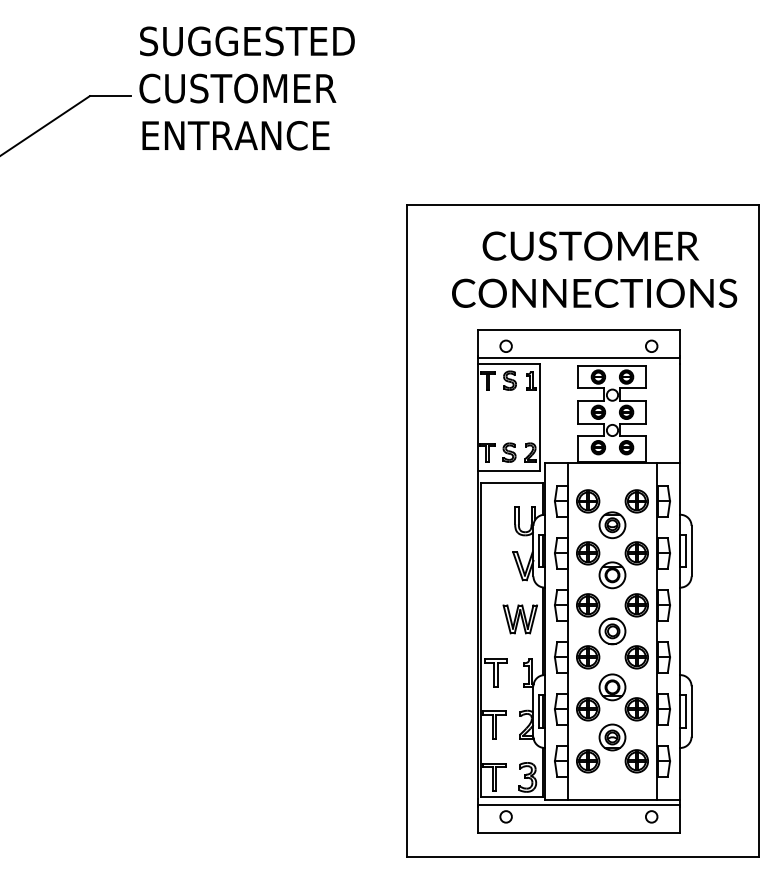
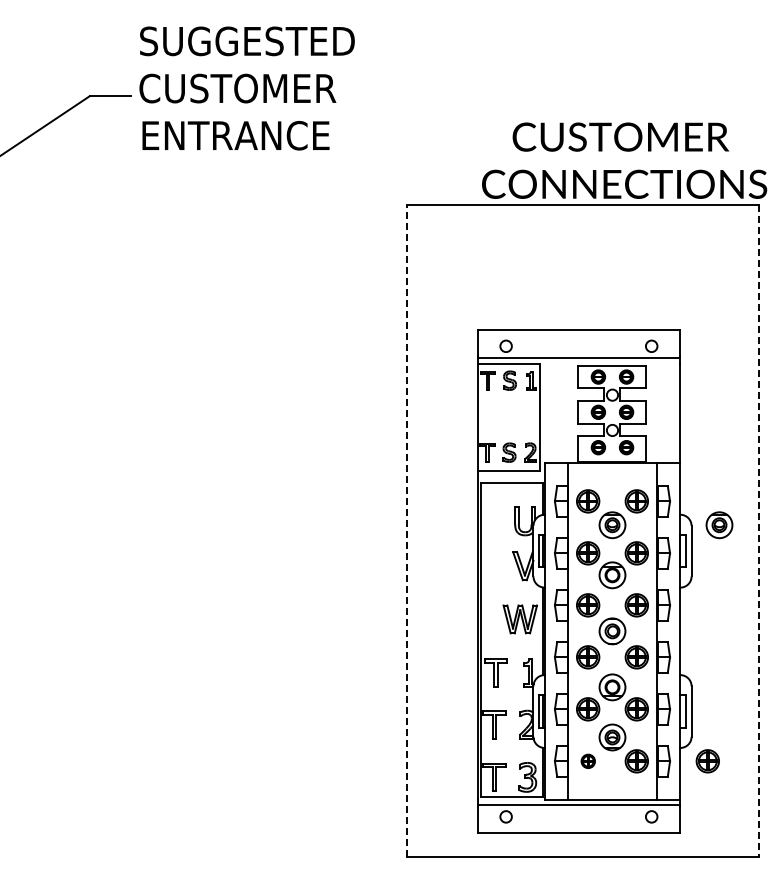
text at (594, 269) position: (594, 269) -> (624, 160)
part at (719, 525): none -> present
line at (407, 530): solid -> dashed
line at (758, 531): solid -> dashed
part at (588, 761) size: 25x25 px -> 16x16 px
part at (707, 761): none -> present
